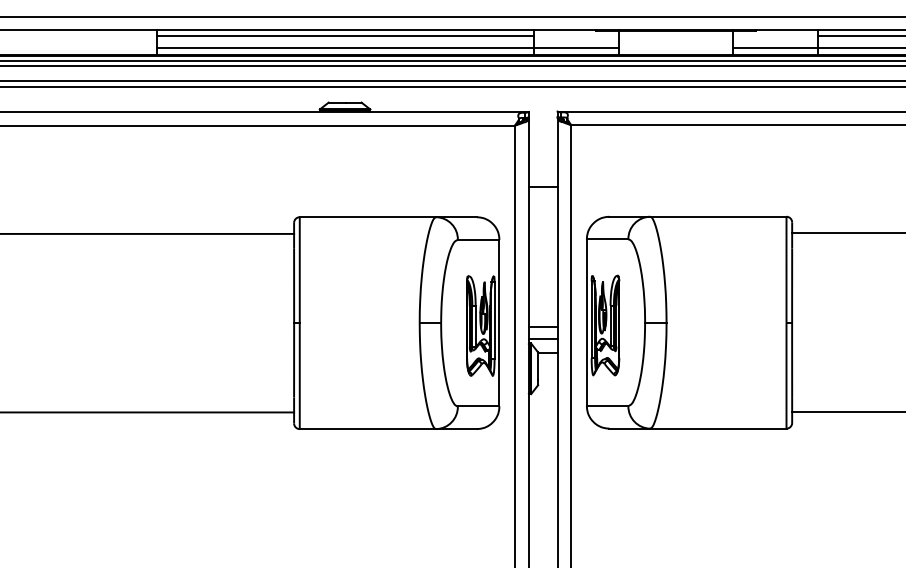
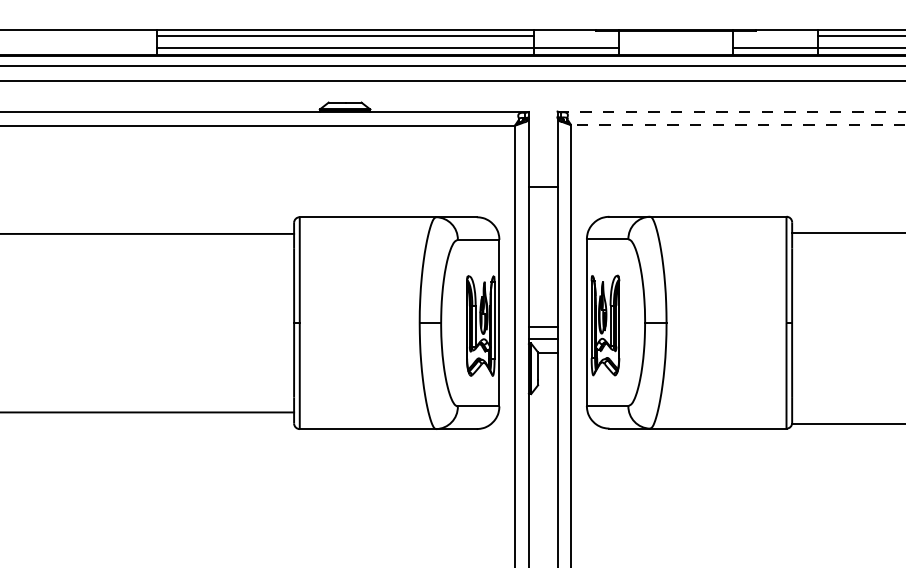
line at (452, 16): present -> none
line at (452, 60): present -> none
line at (452, 87): present -> none
line at (731, 111): solid -> dashed
line at (738, 125): solid -> dashed
line at (847, 411) position: (847, 411) -> (847, 423)
